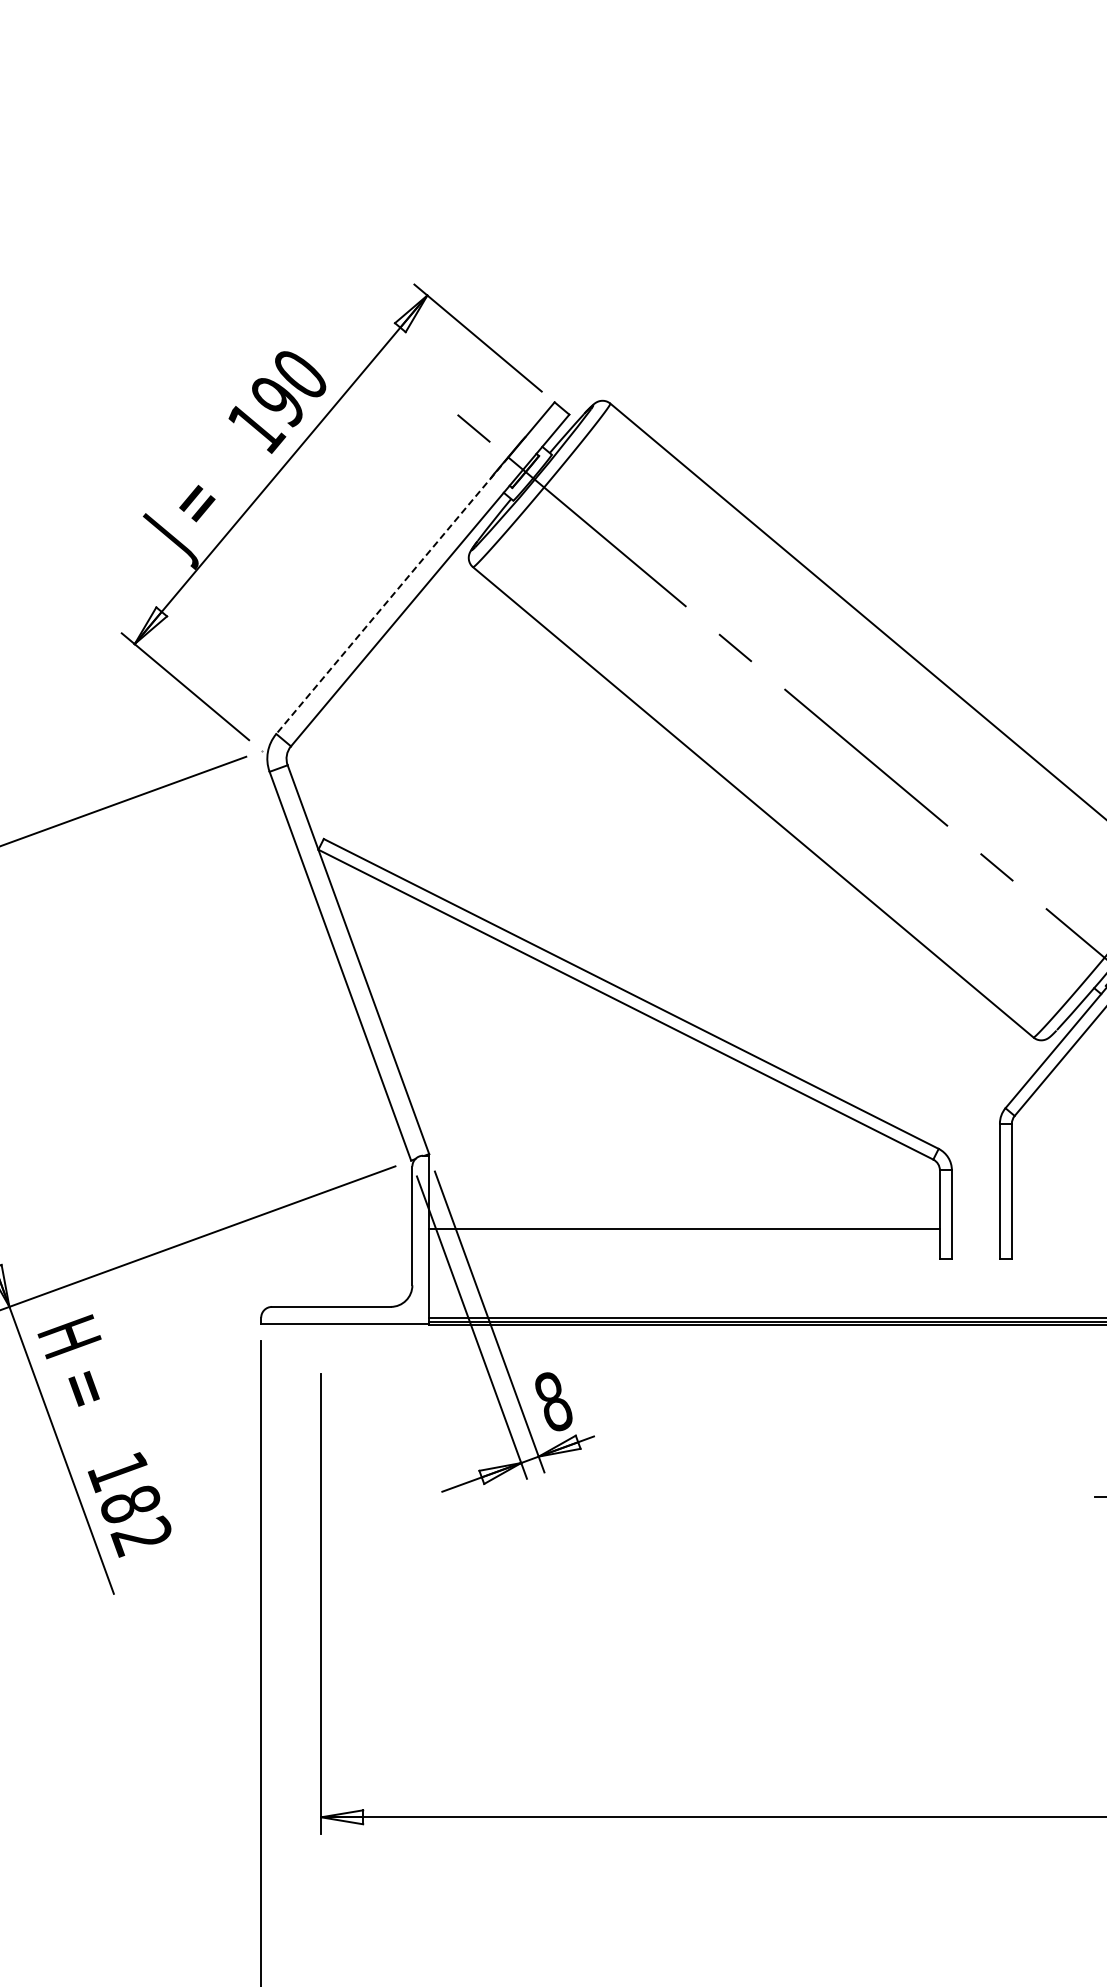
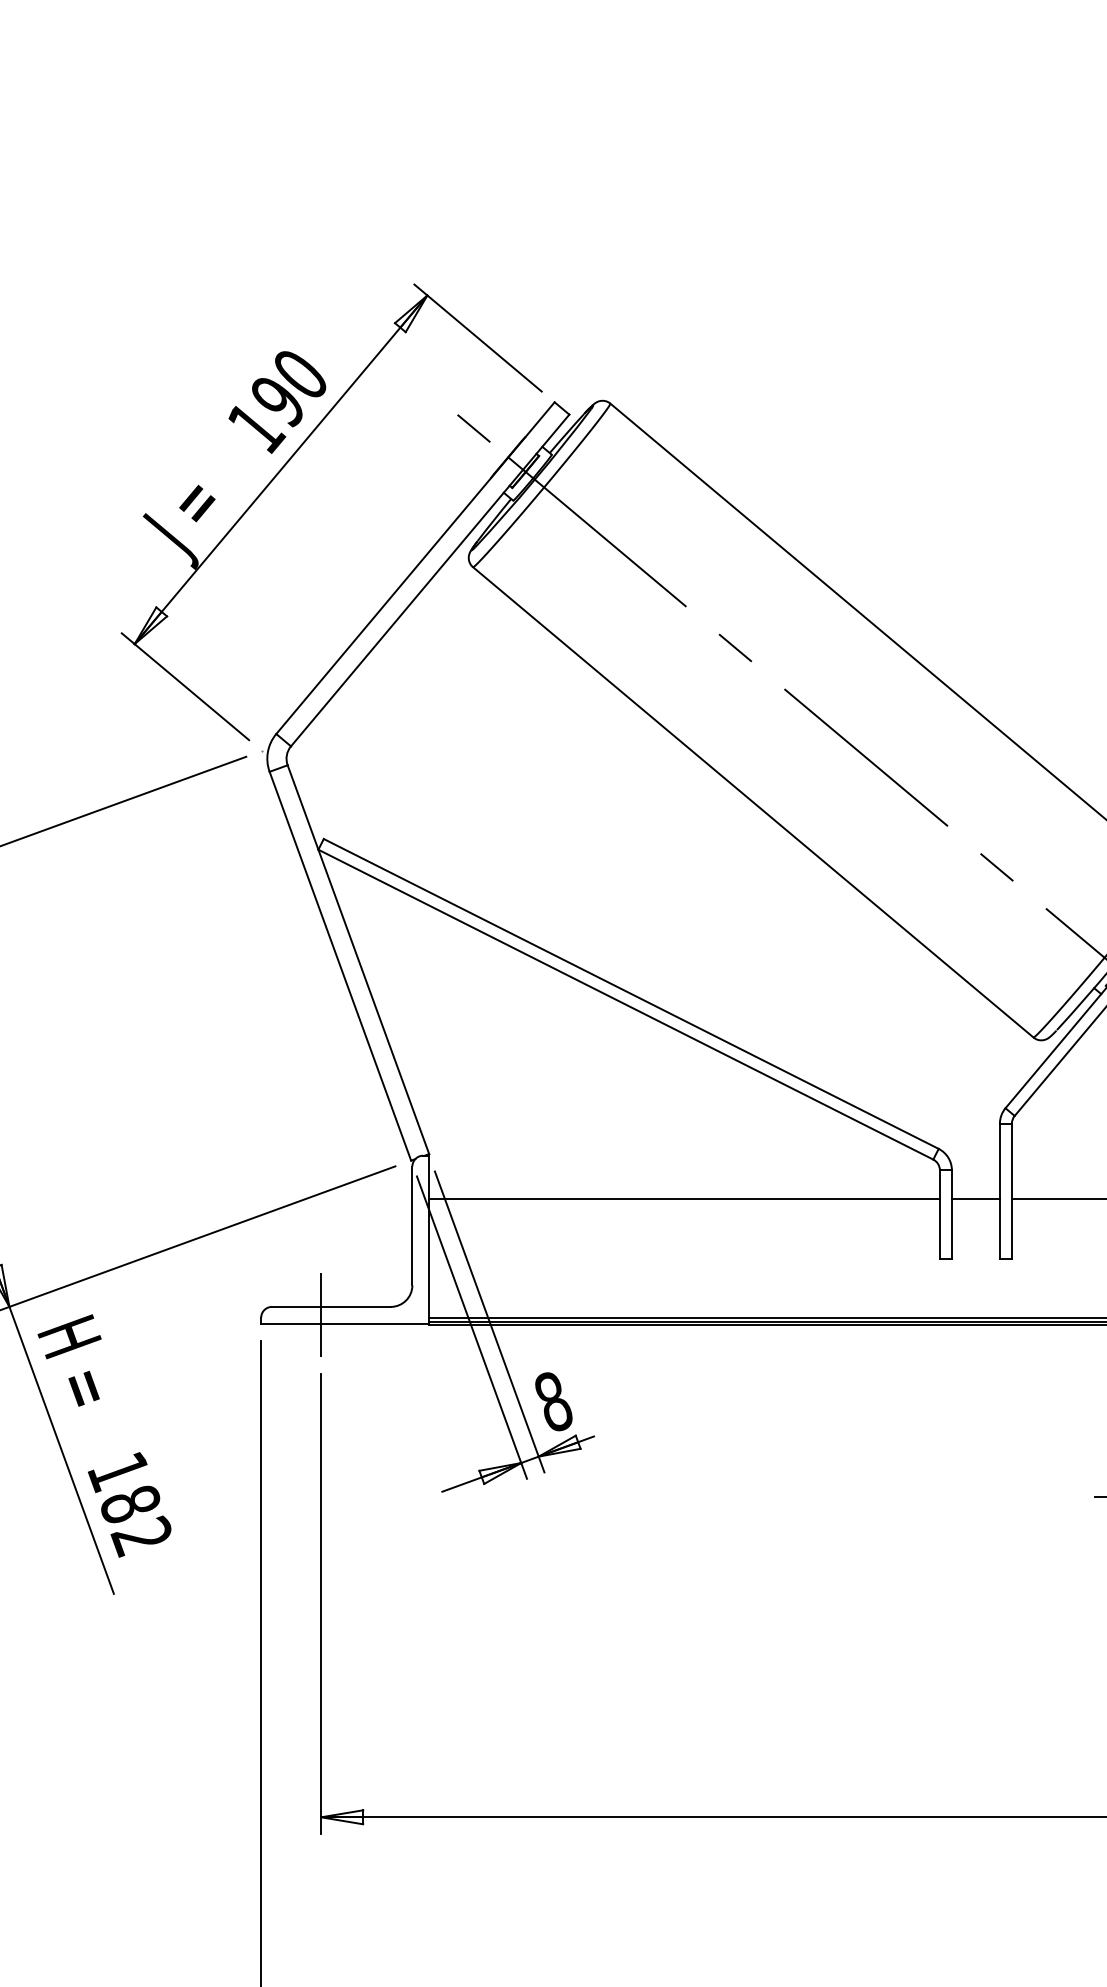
line at (392, 595): dashed -> solid
line at (975, 1198): none -> present
line at (1057, 1198): none -> present
line at (684, 1228) position: (684, 1228) -> (684, 1198)
line at (321, 1315): none -> present
